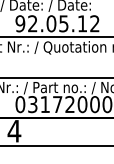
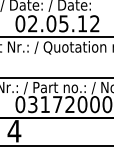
text at (20, 23): 92.05.12 -> 02.05.12
